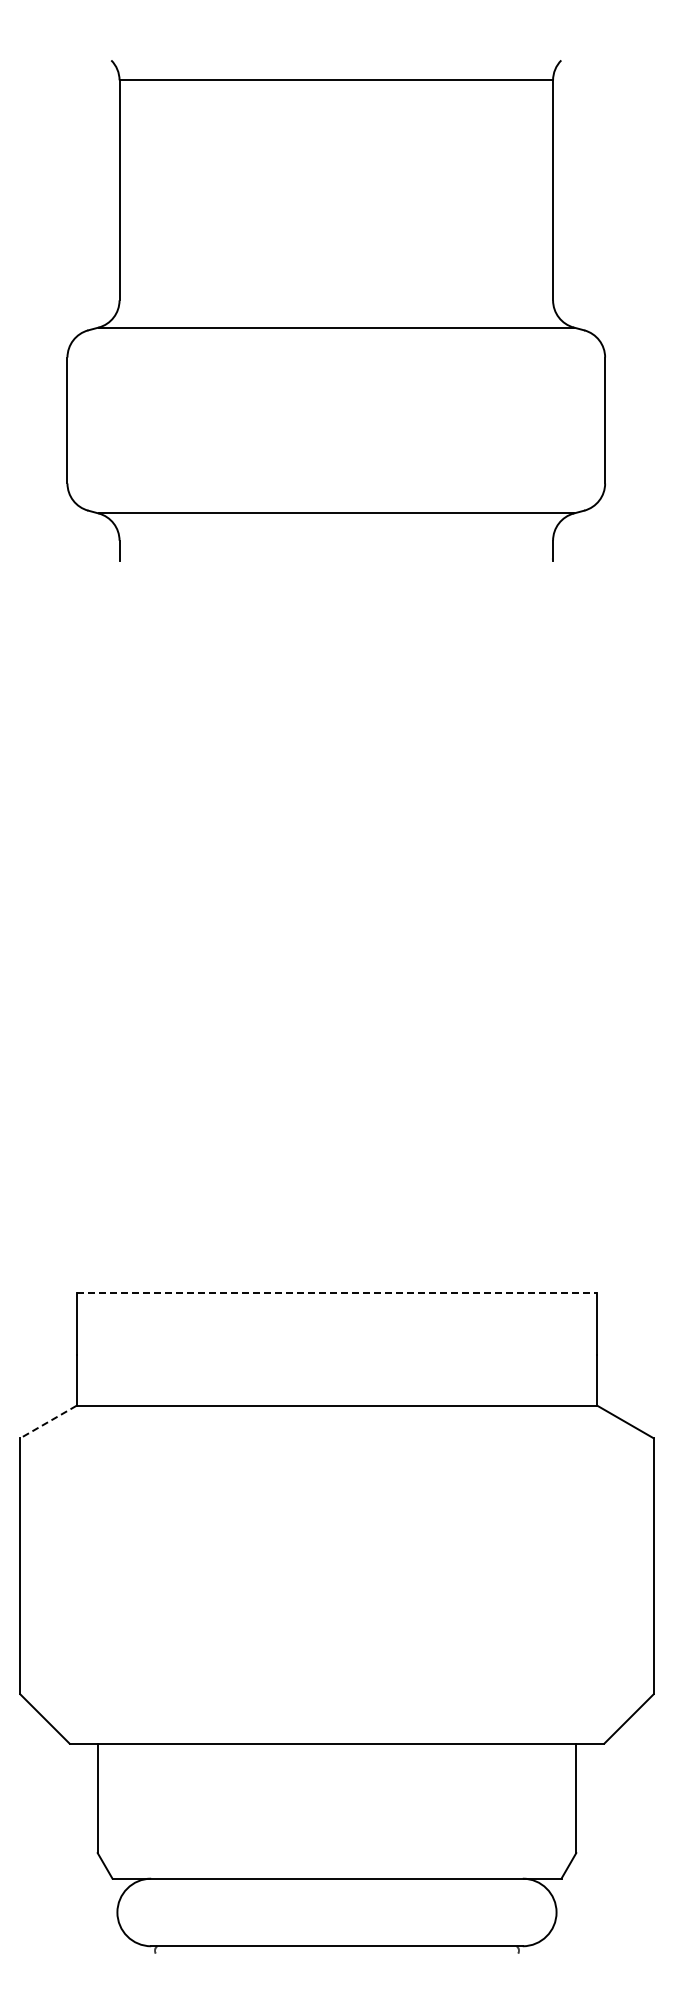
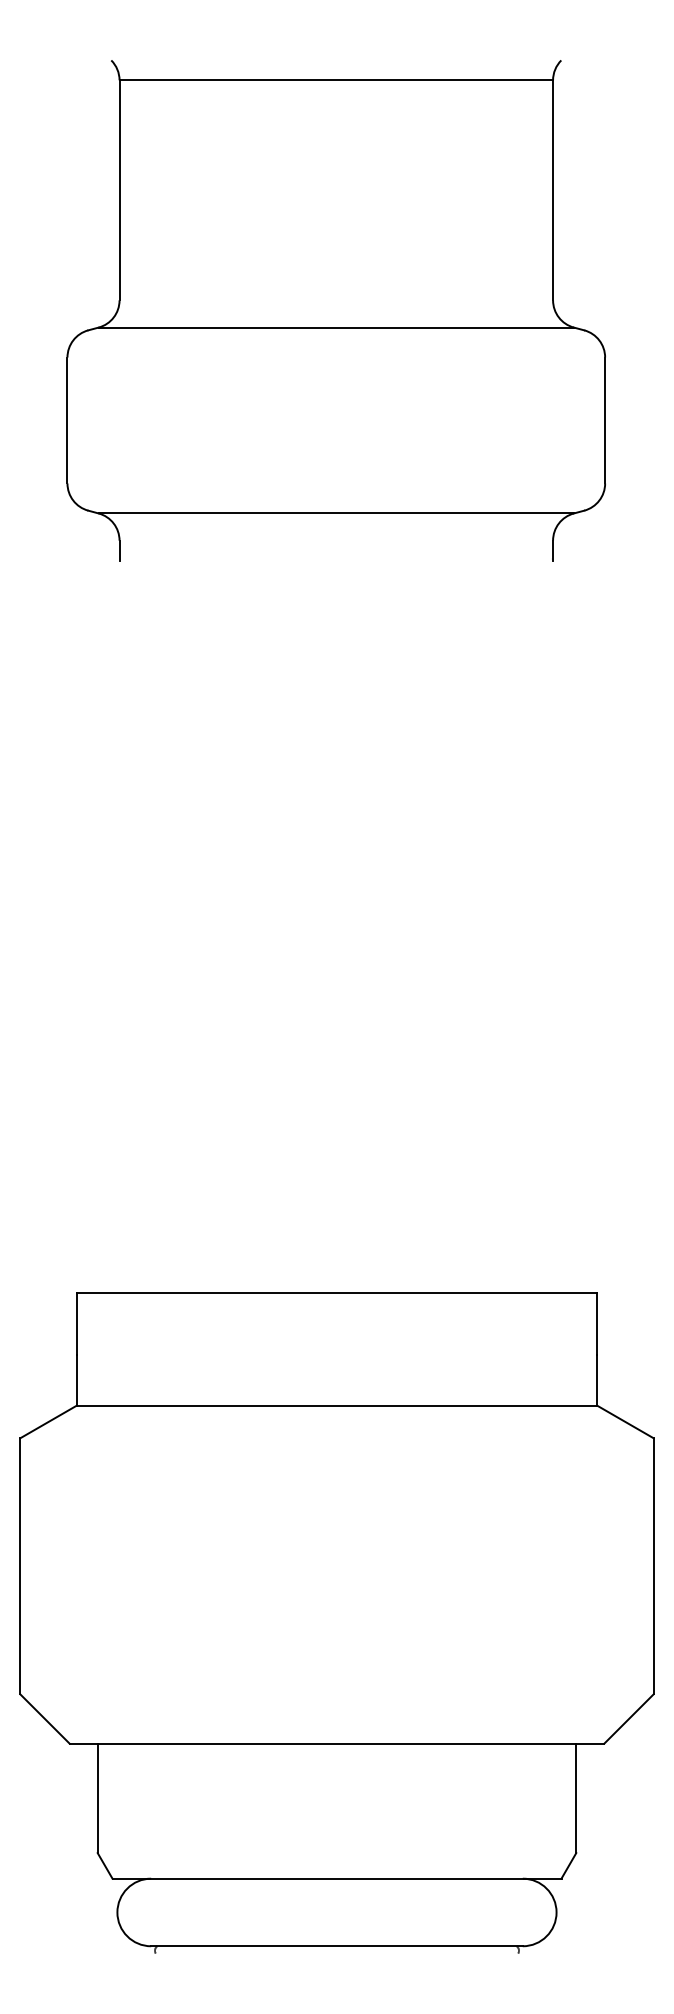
line at (337, 1293): dashed -> solid
line at (48, 1422): dashed -> solid
